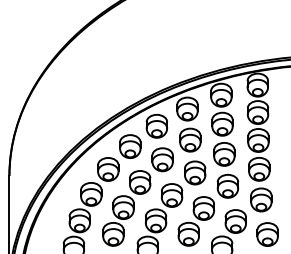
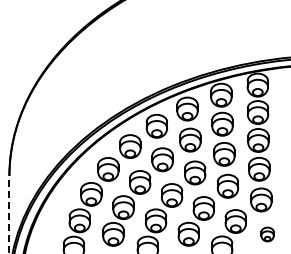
line at (9, 214): solid -> dashed
part at (267, 234) size: 23x25 px -> 15x17 px
